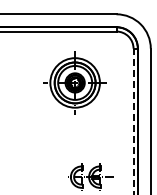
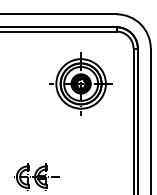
part at (74, 82) position: (74, 82) -> (80, 83)
line at (133, 121): dashed -> solid
part at (90, 176) position: (90, 176) -> (36, 176)
